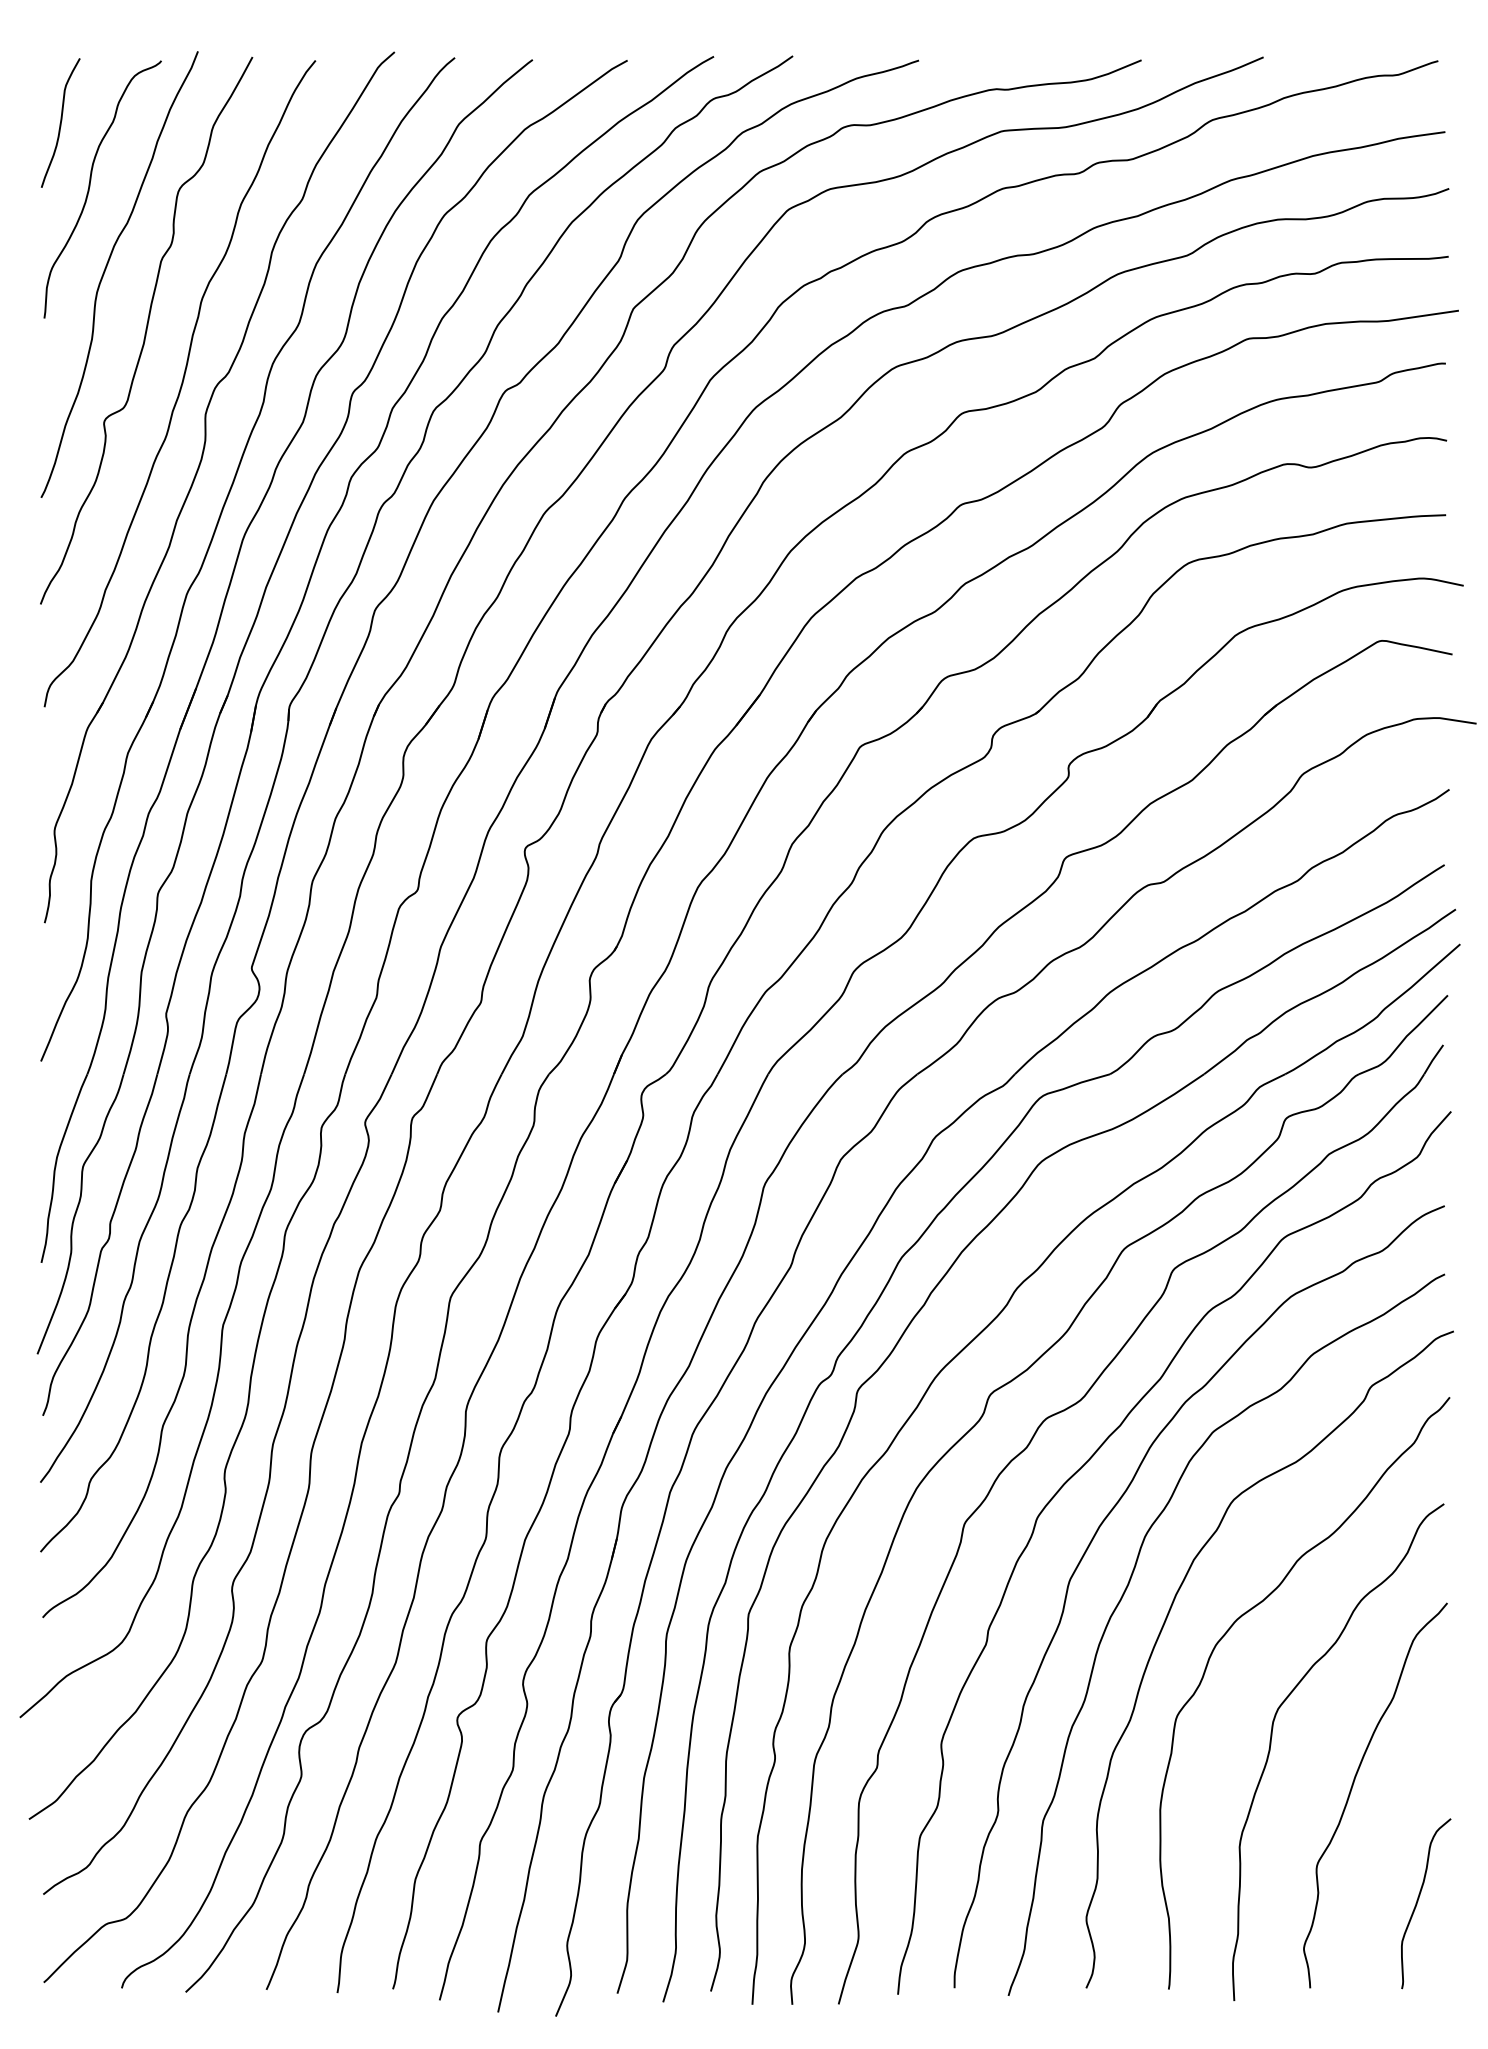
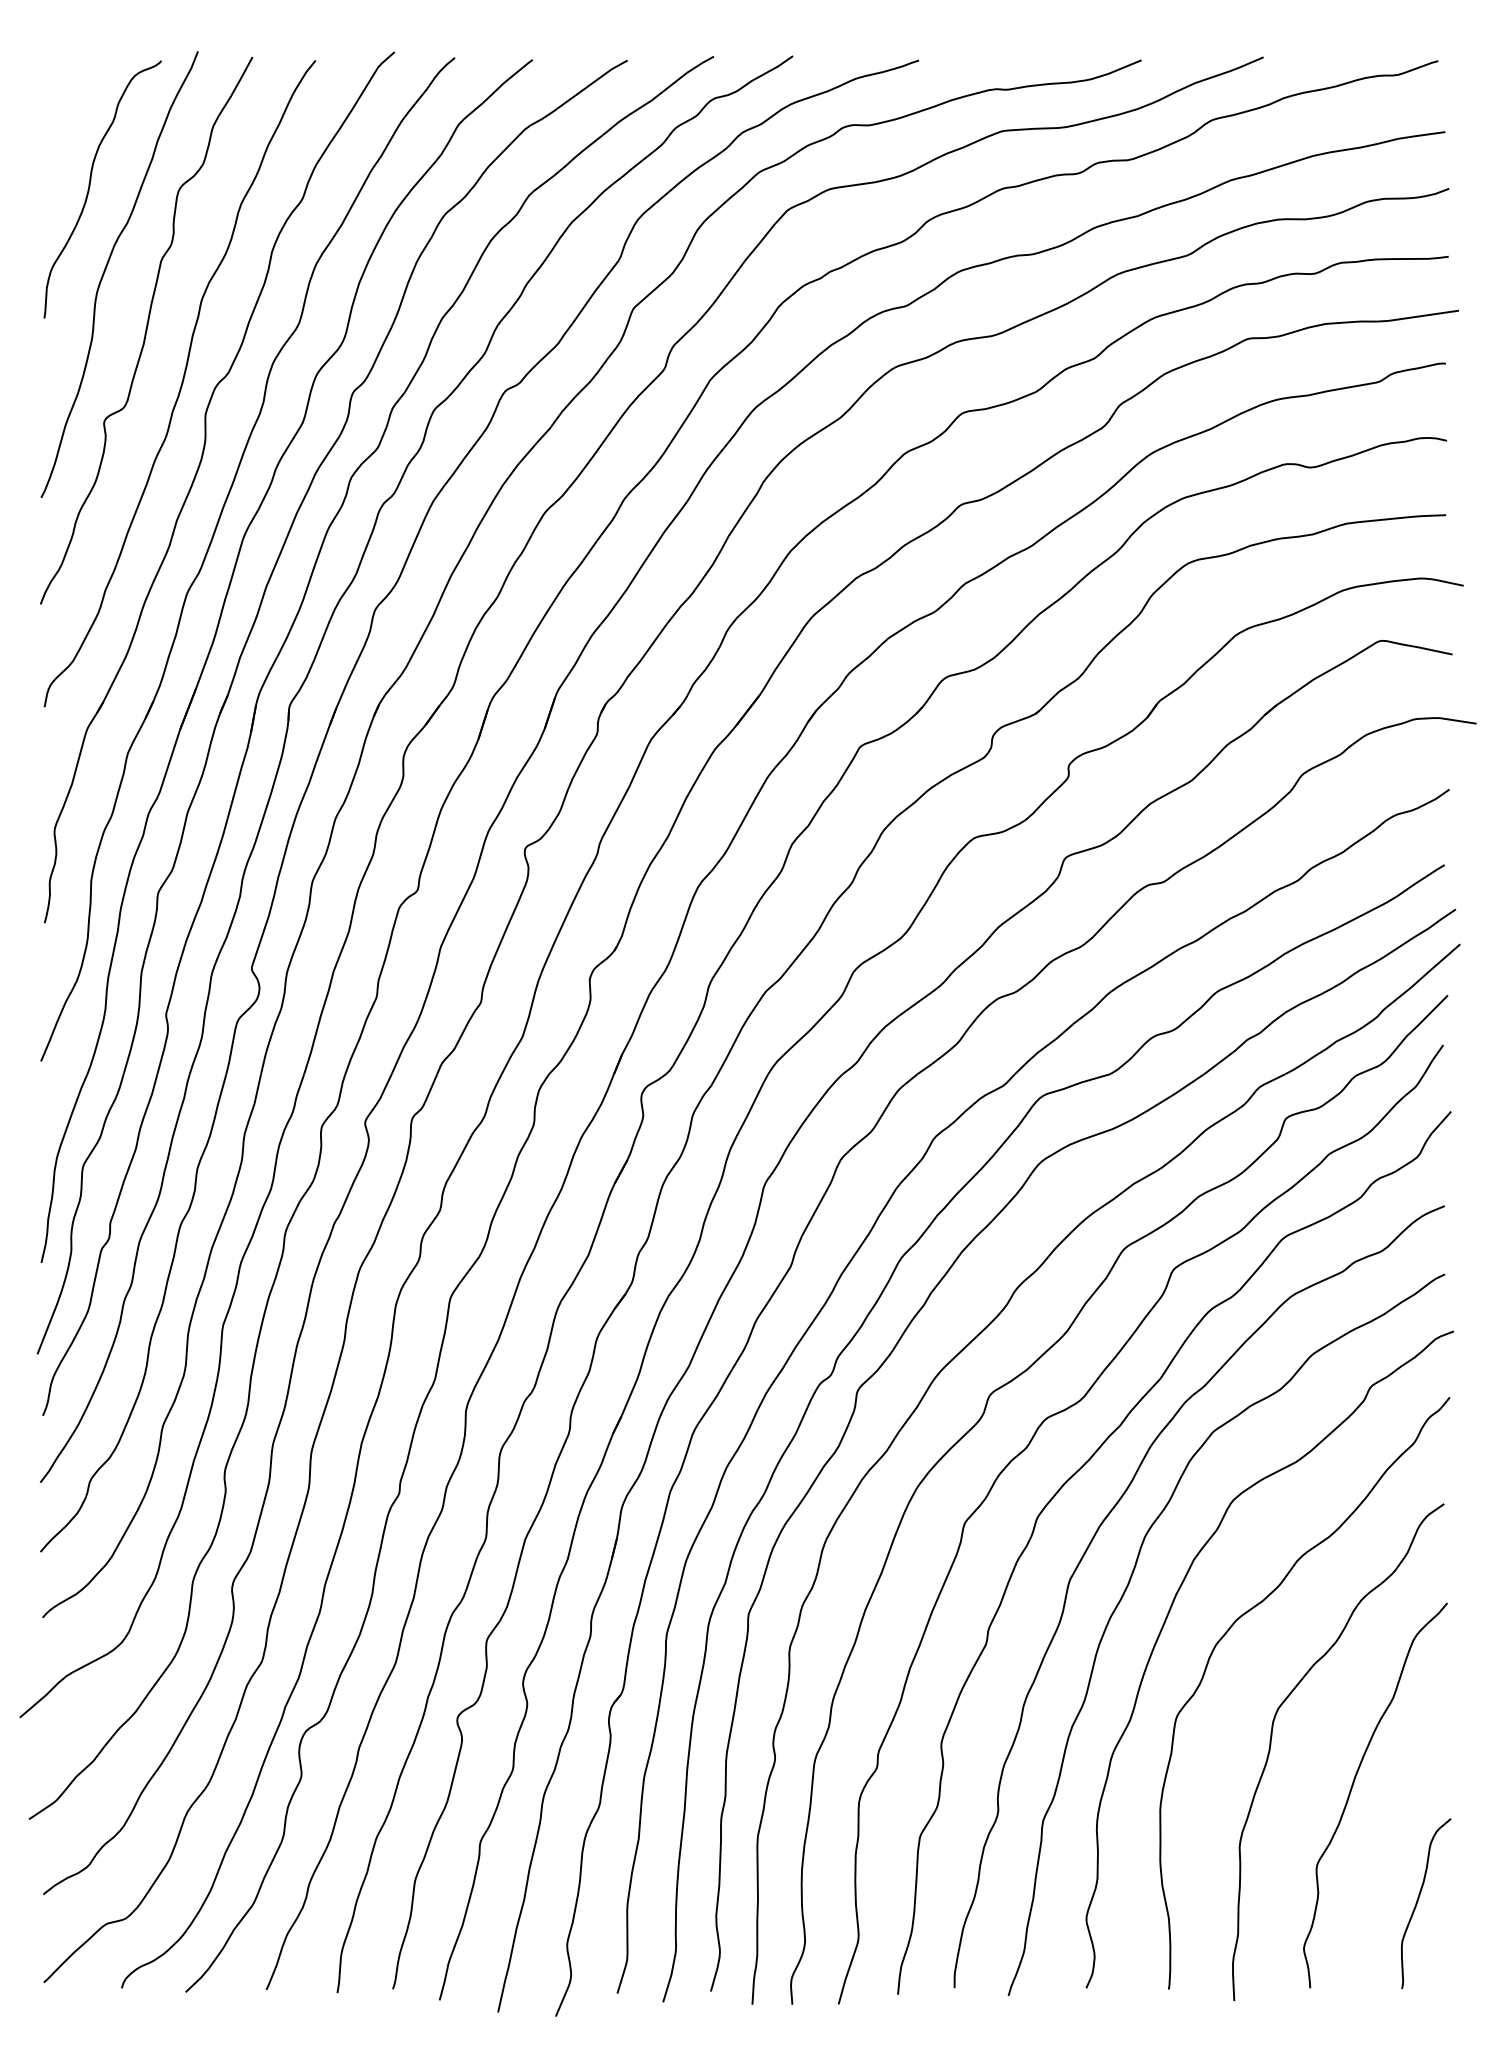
curve at (60, 122): present -> none
